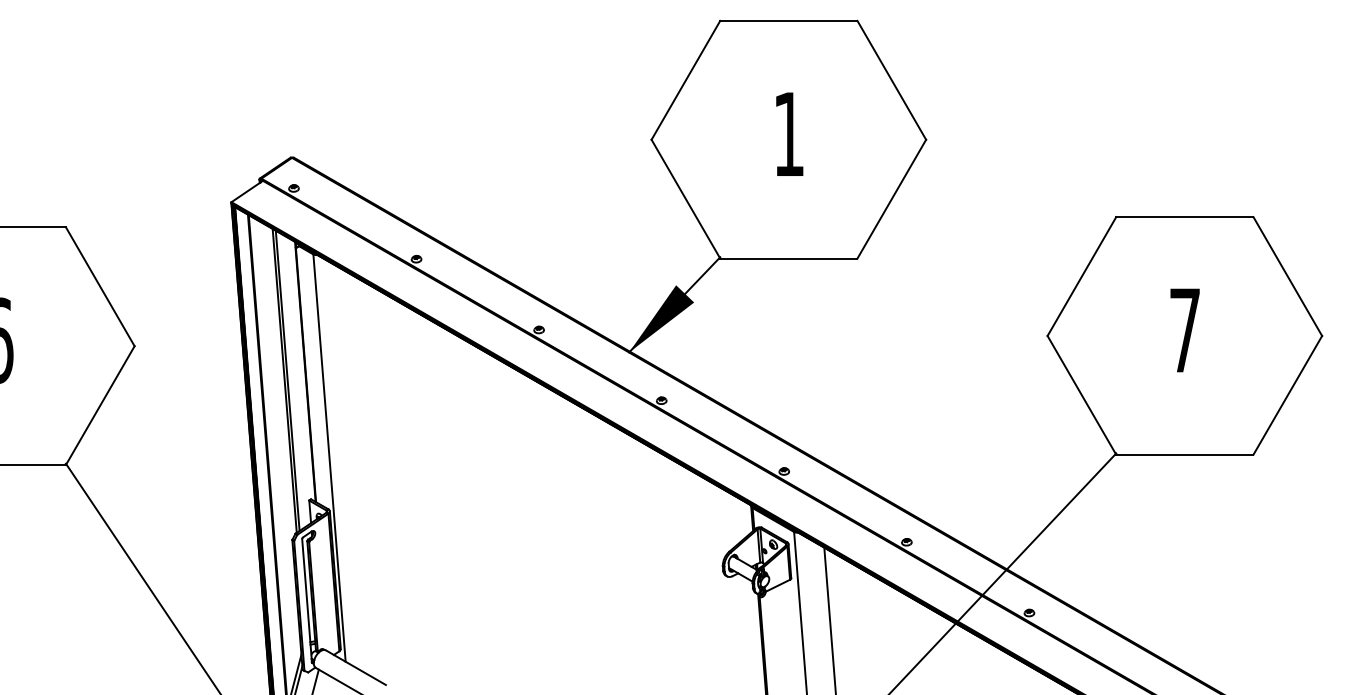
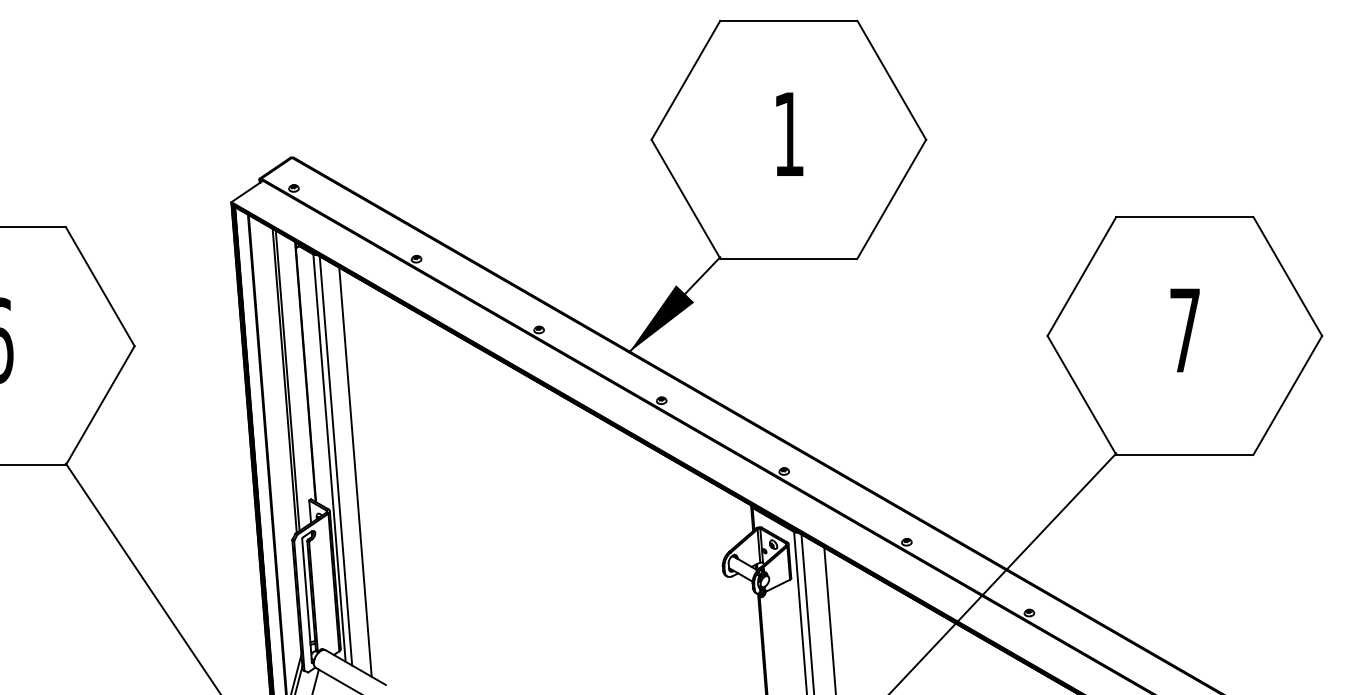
line at (335, 460): none -> present
line at (355, 471): none -> present
line at (807, 612): none -> present
